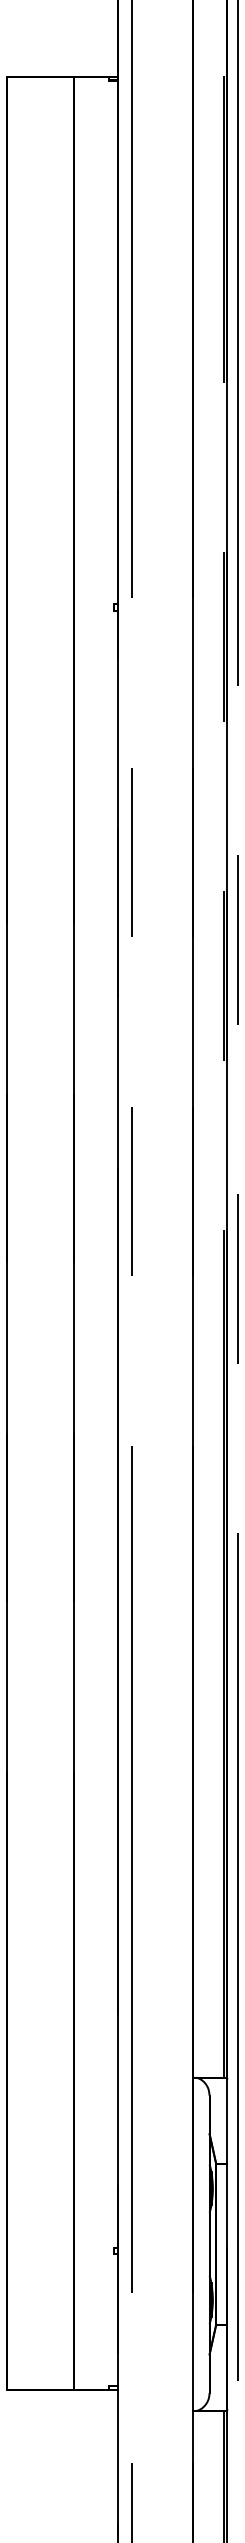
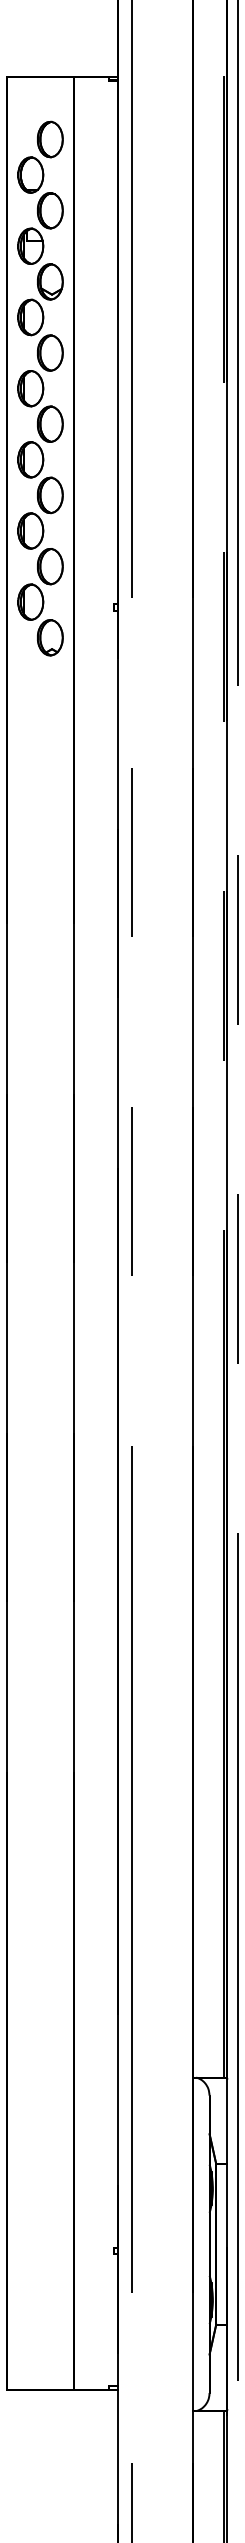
part at (40, 388): none -> present
